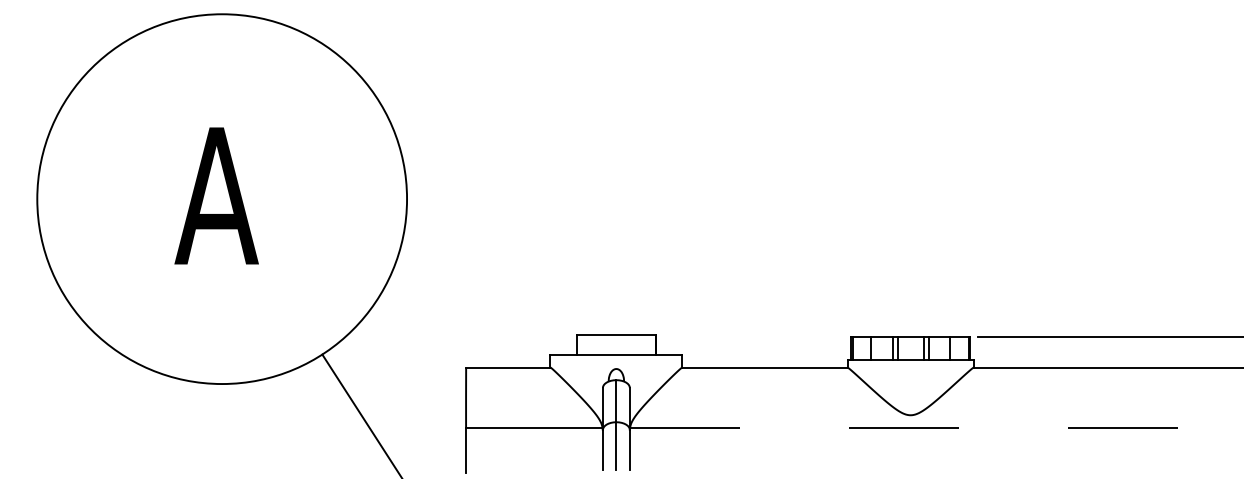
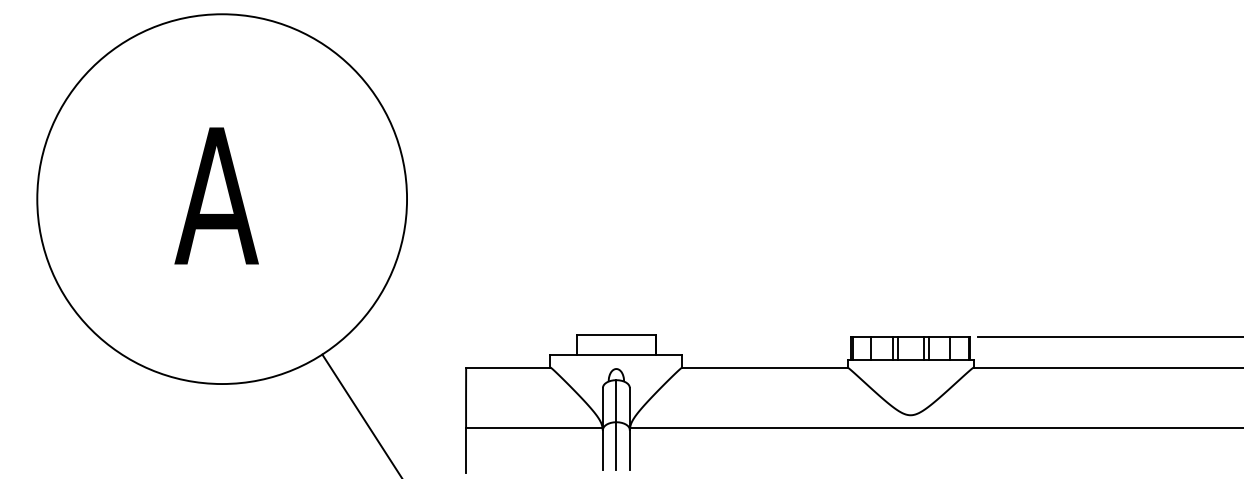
line at (936, 427): dashed -> solid
